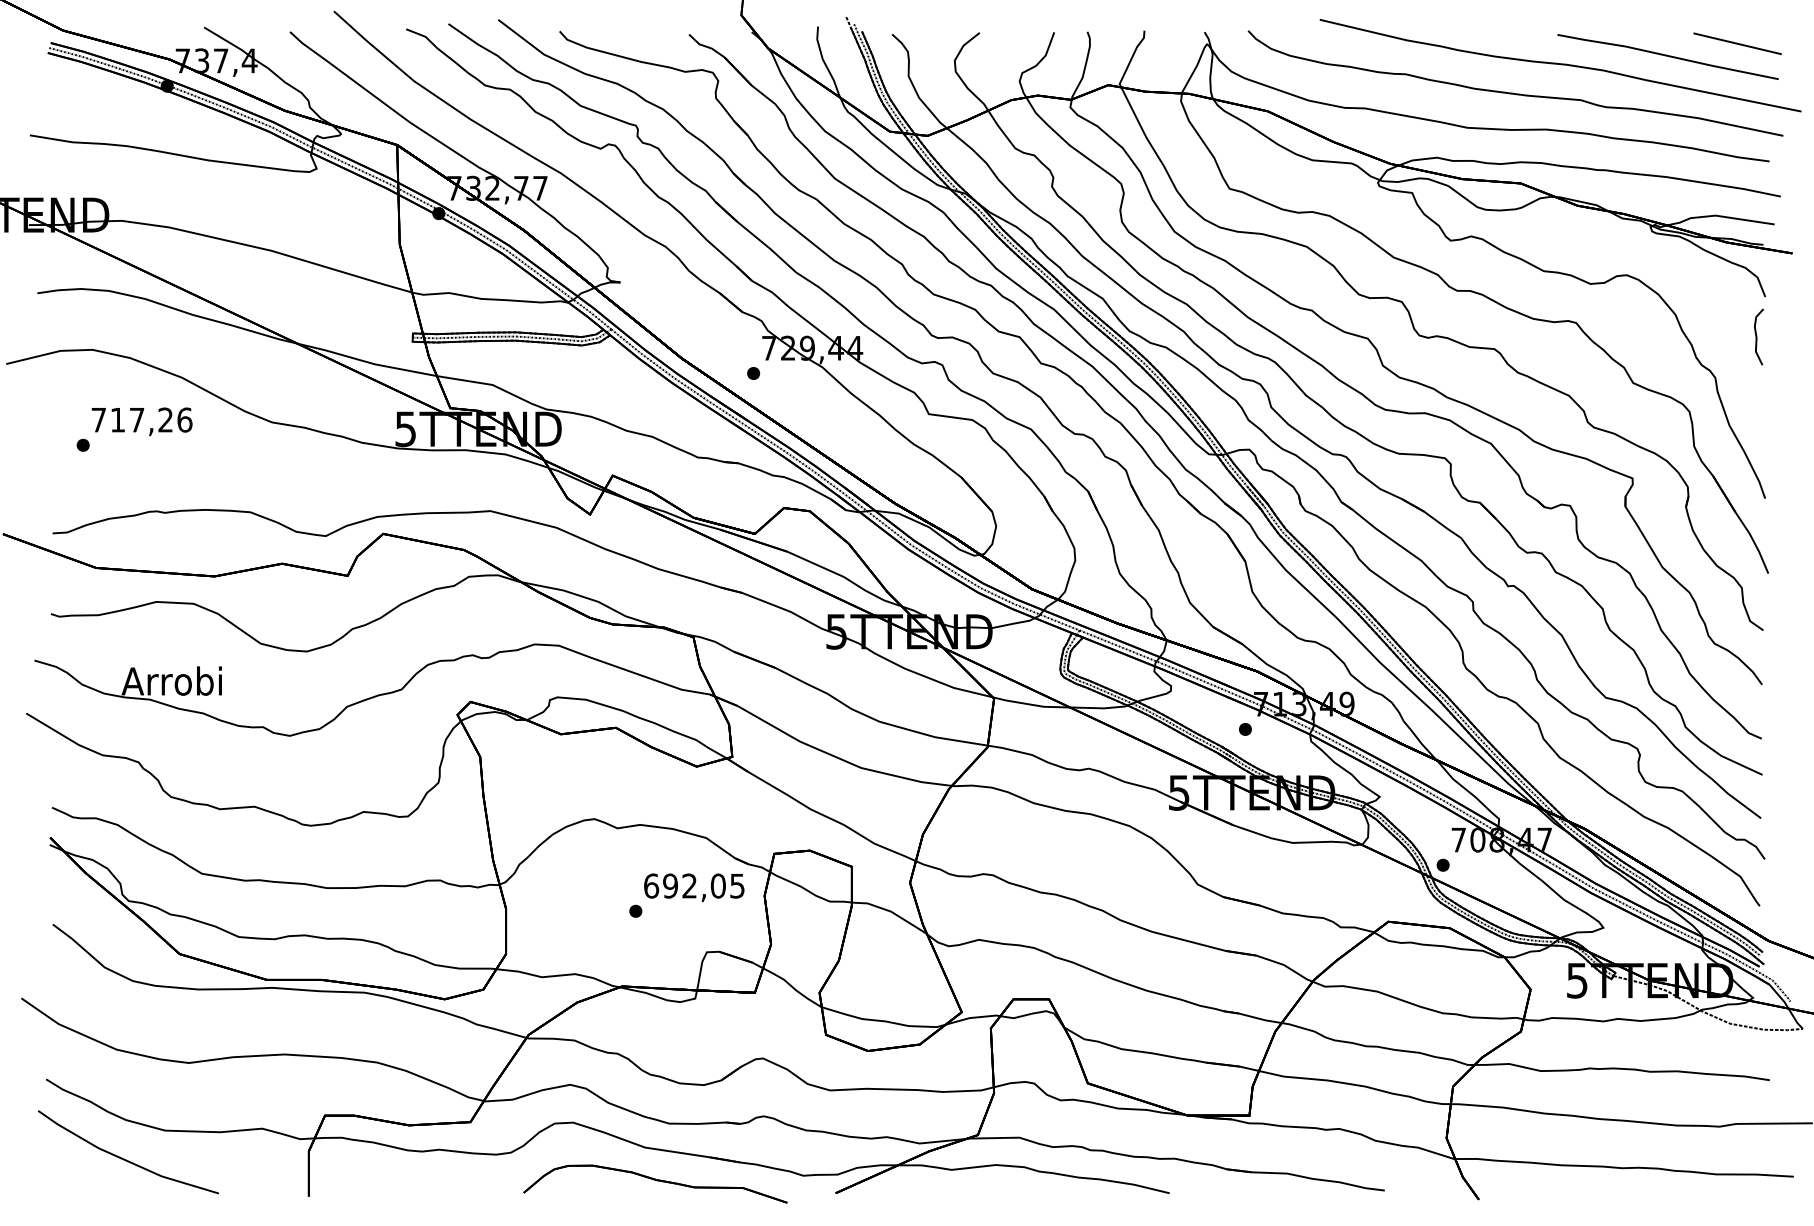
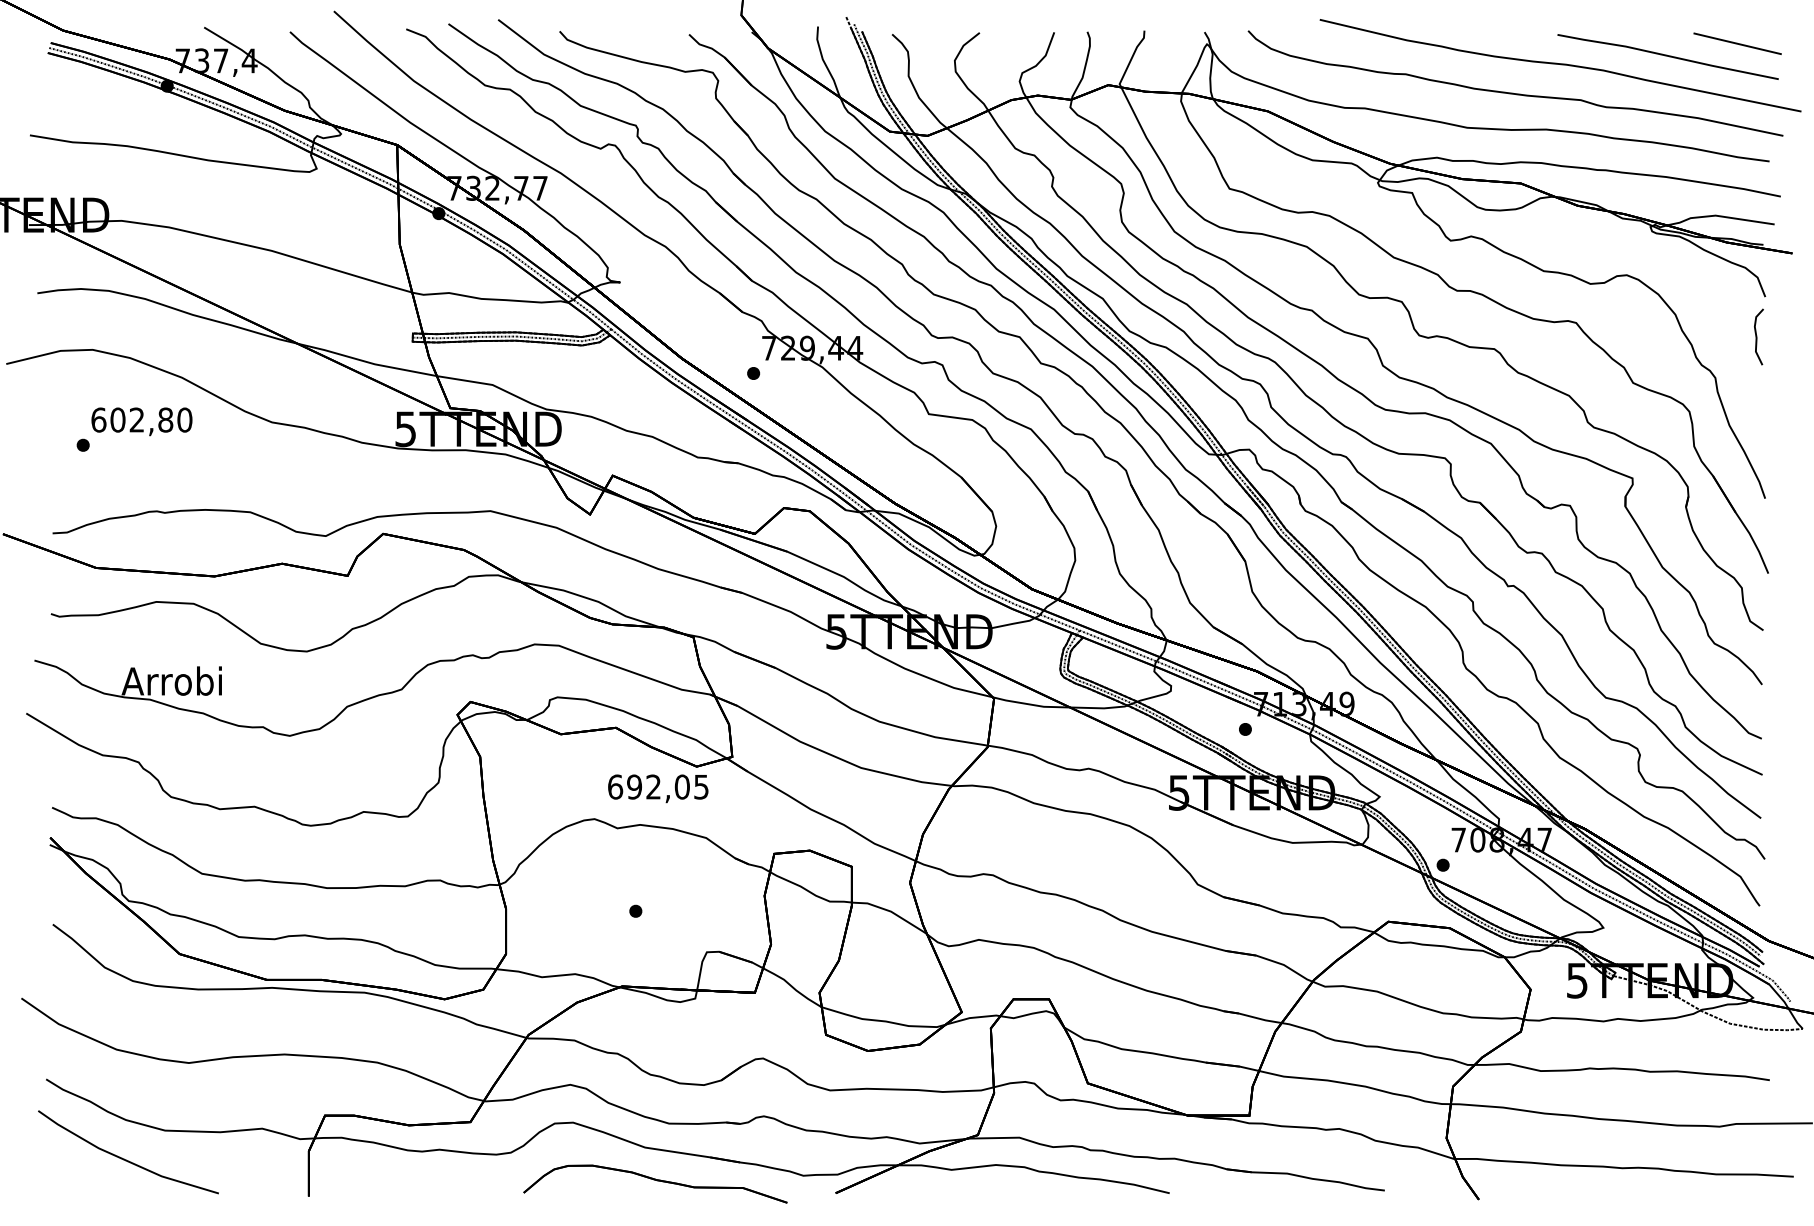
text at (141, 419): 717,26 -> 602,80
text at (694, 887) position: (694, 887) -> (658, 788)
